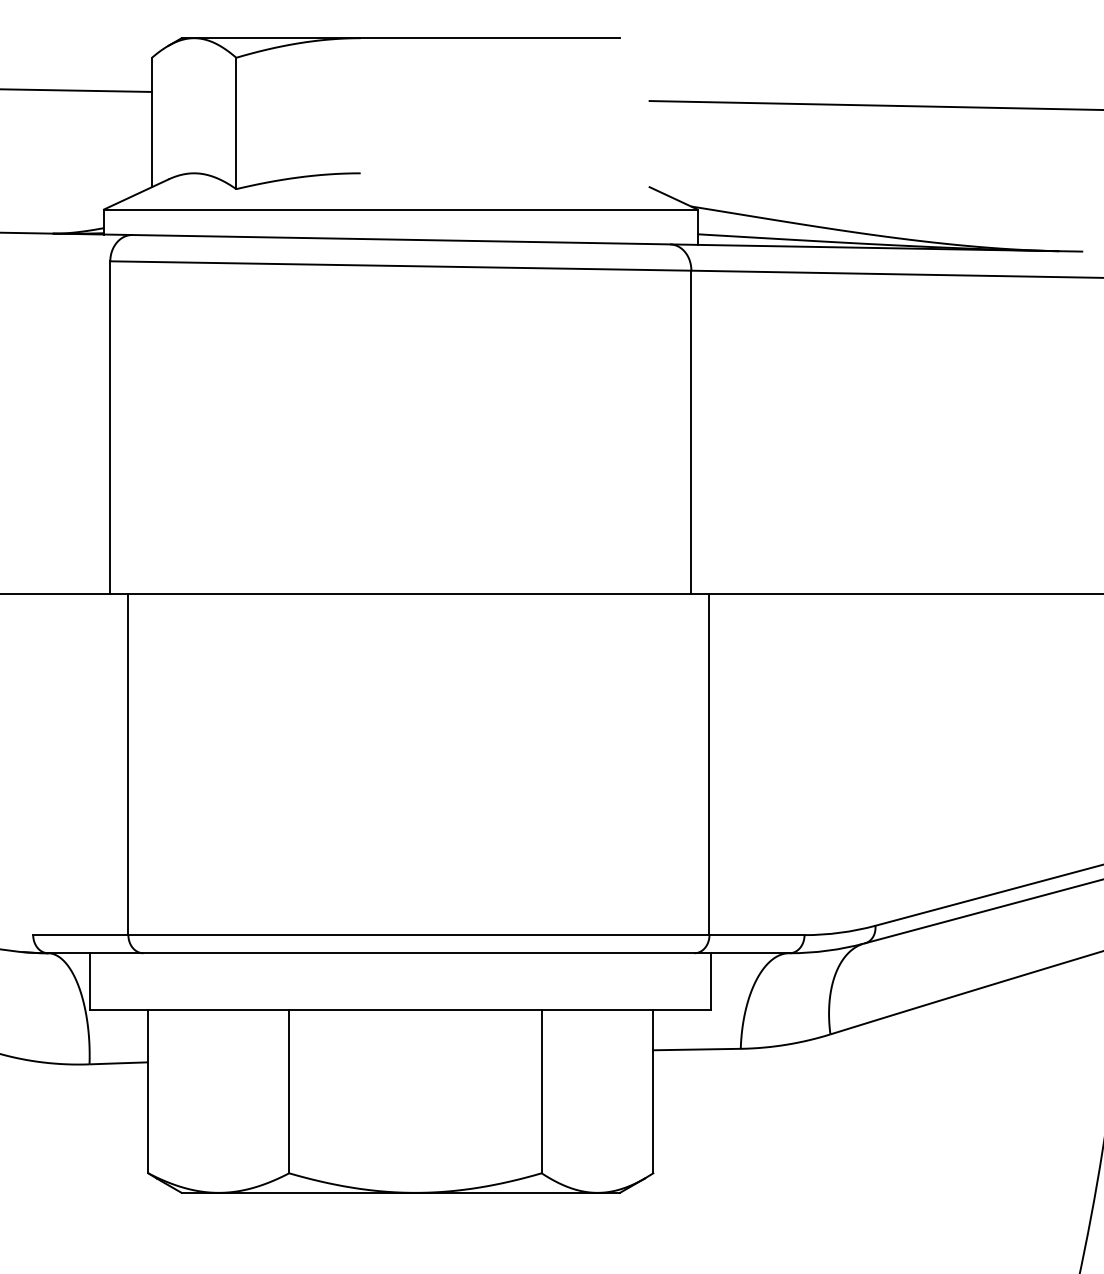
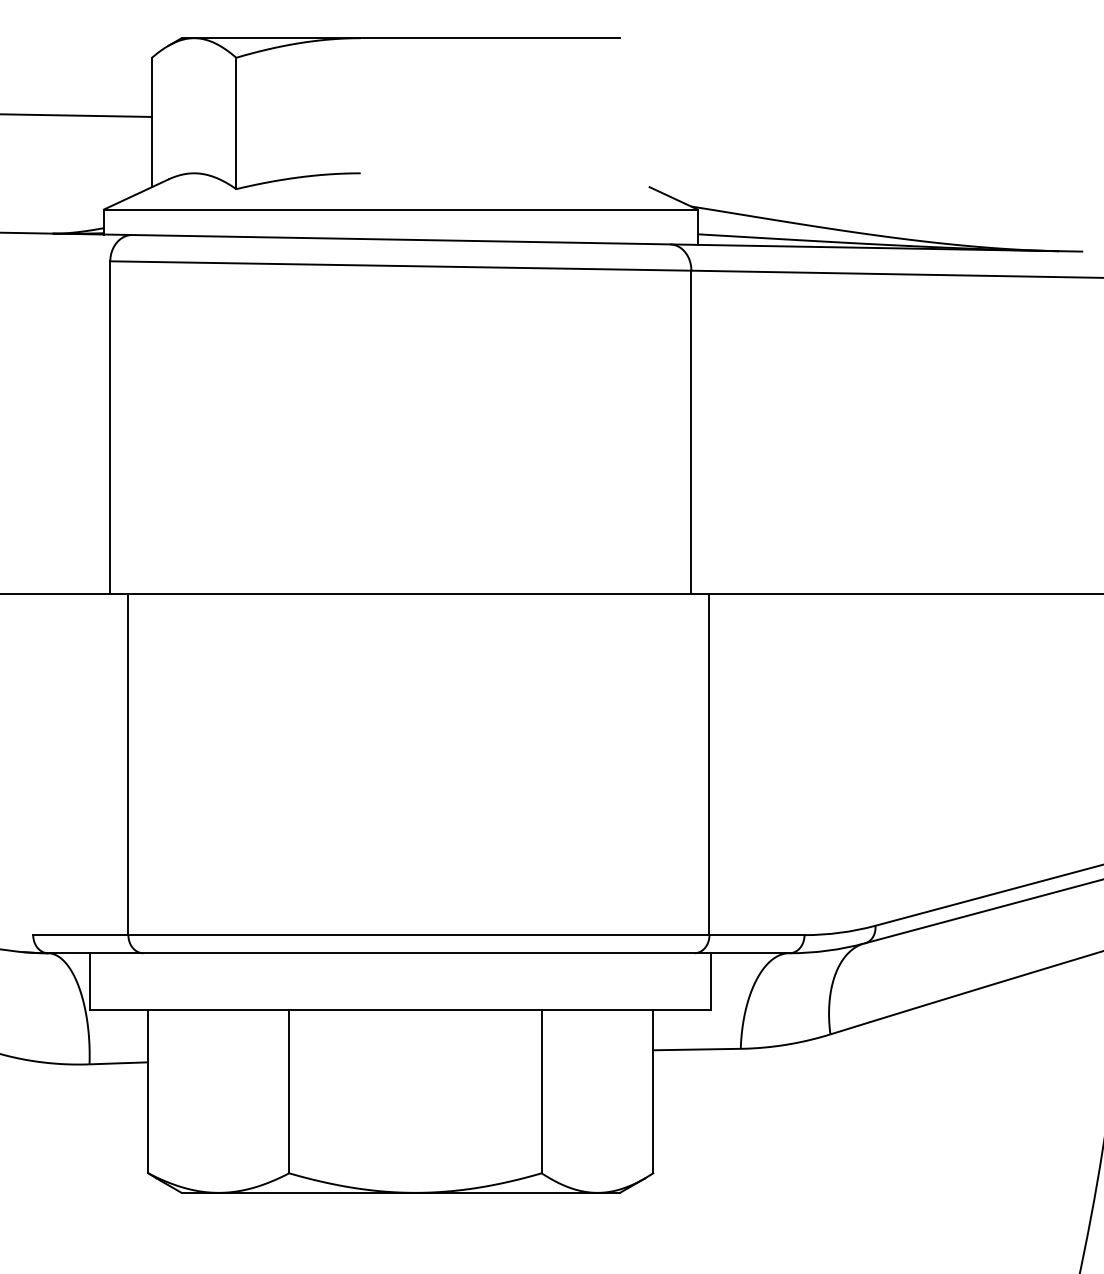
line at (77, 90) position: (77, 90) -> (77, 115)
line at (874, 105): present -> none
